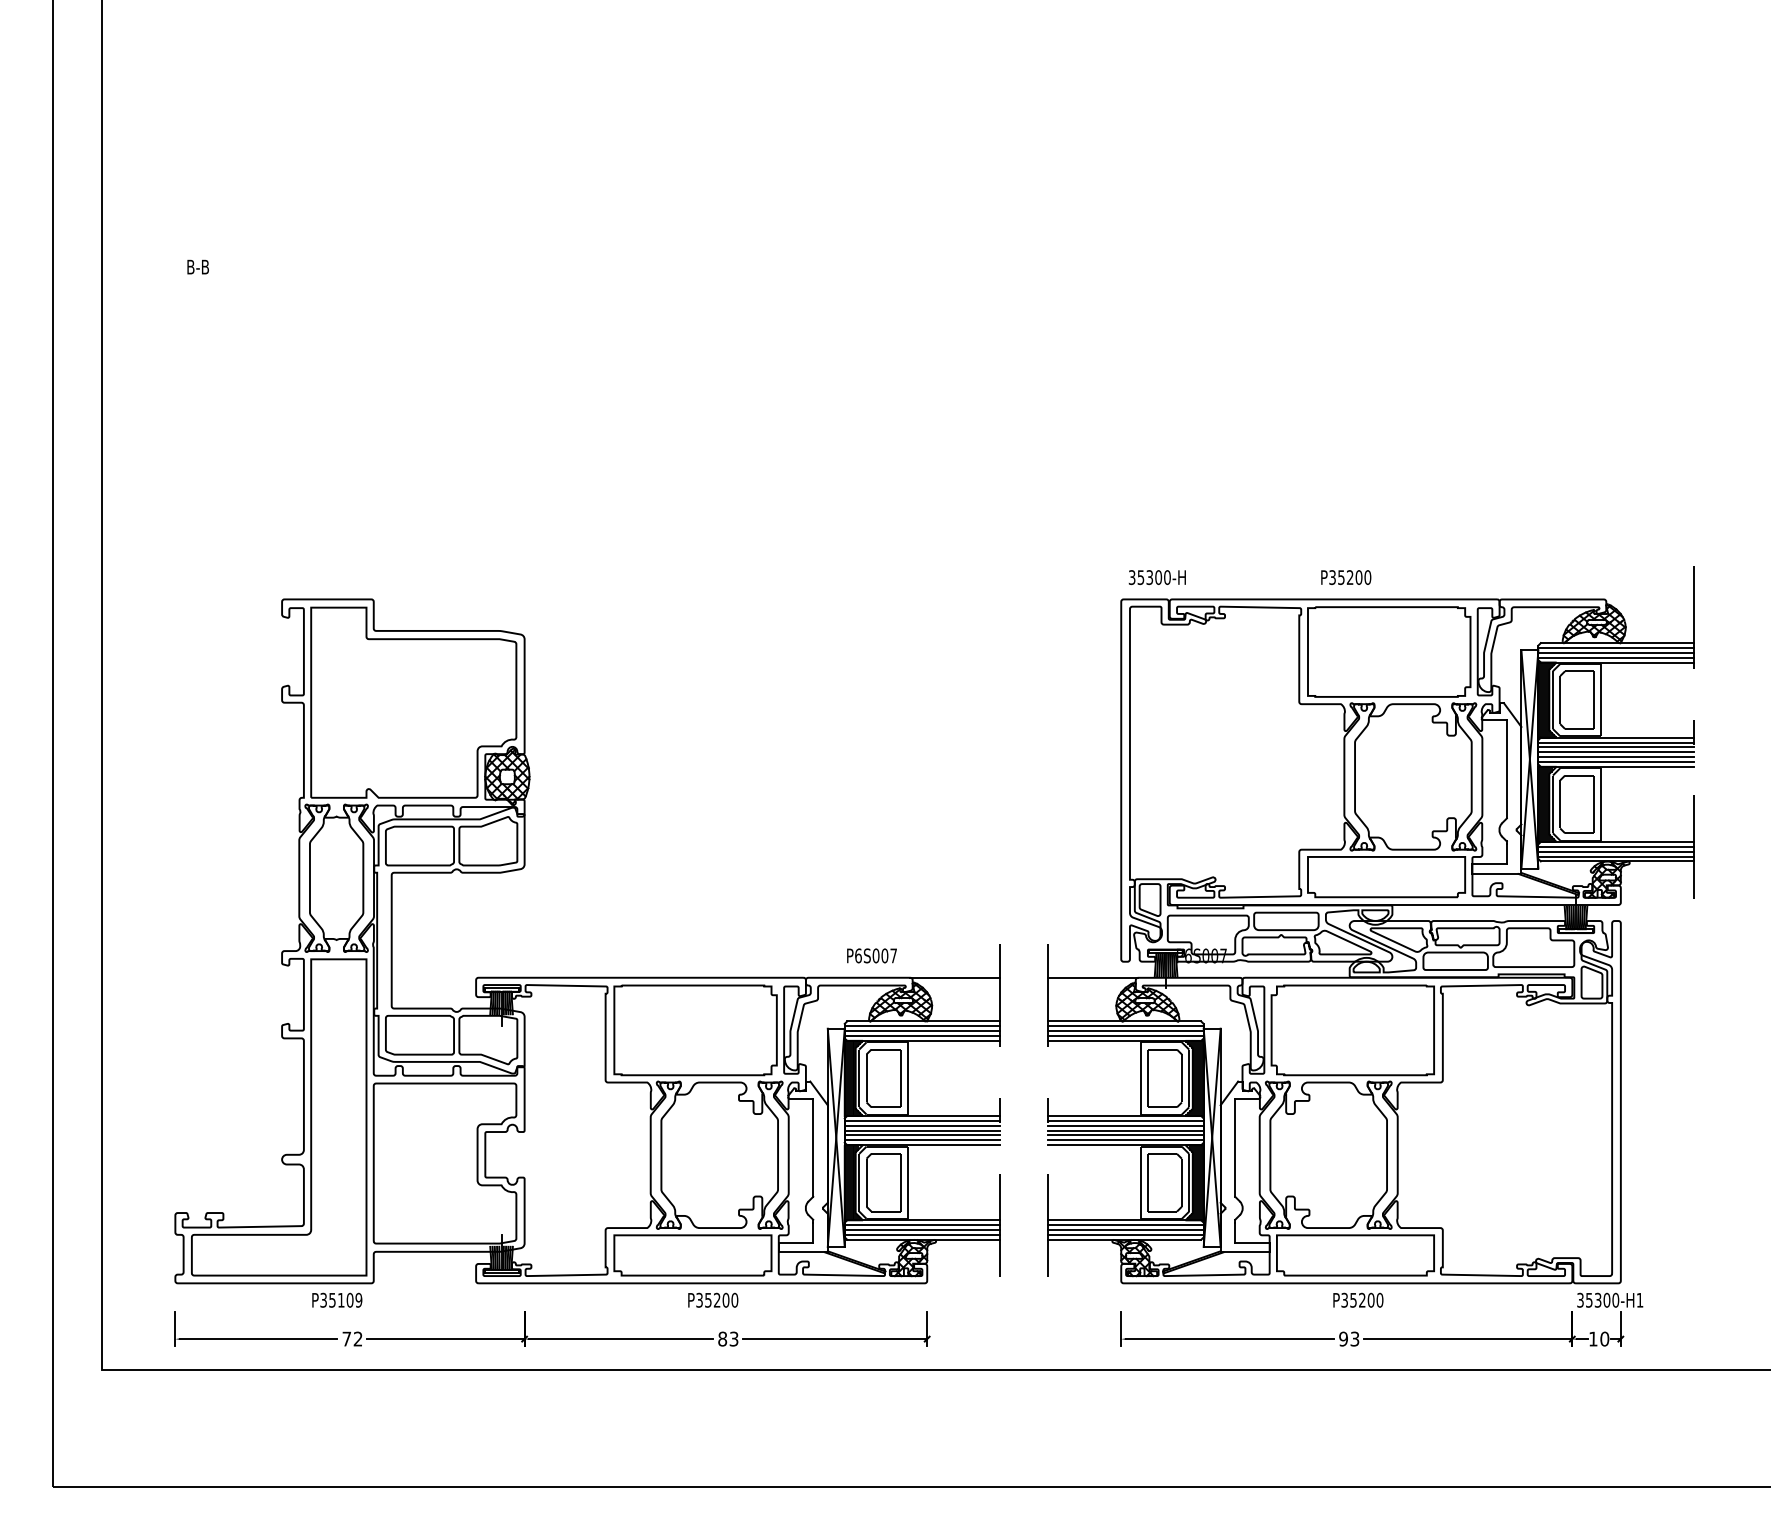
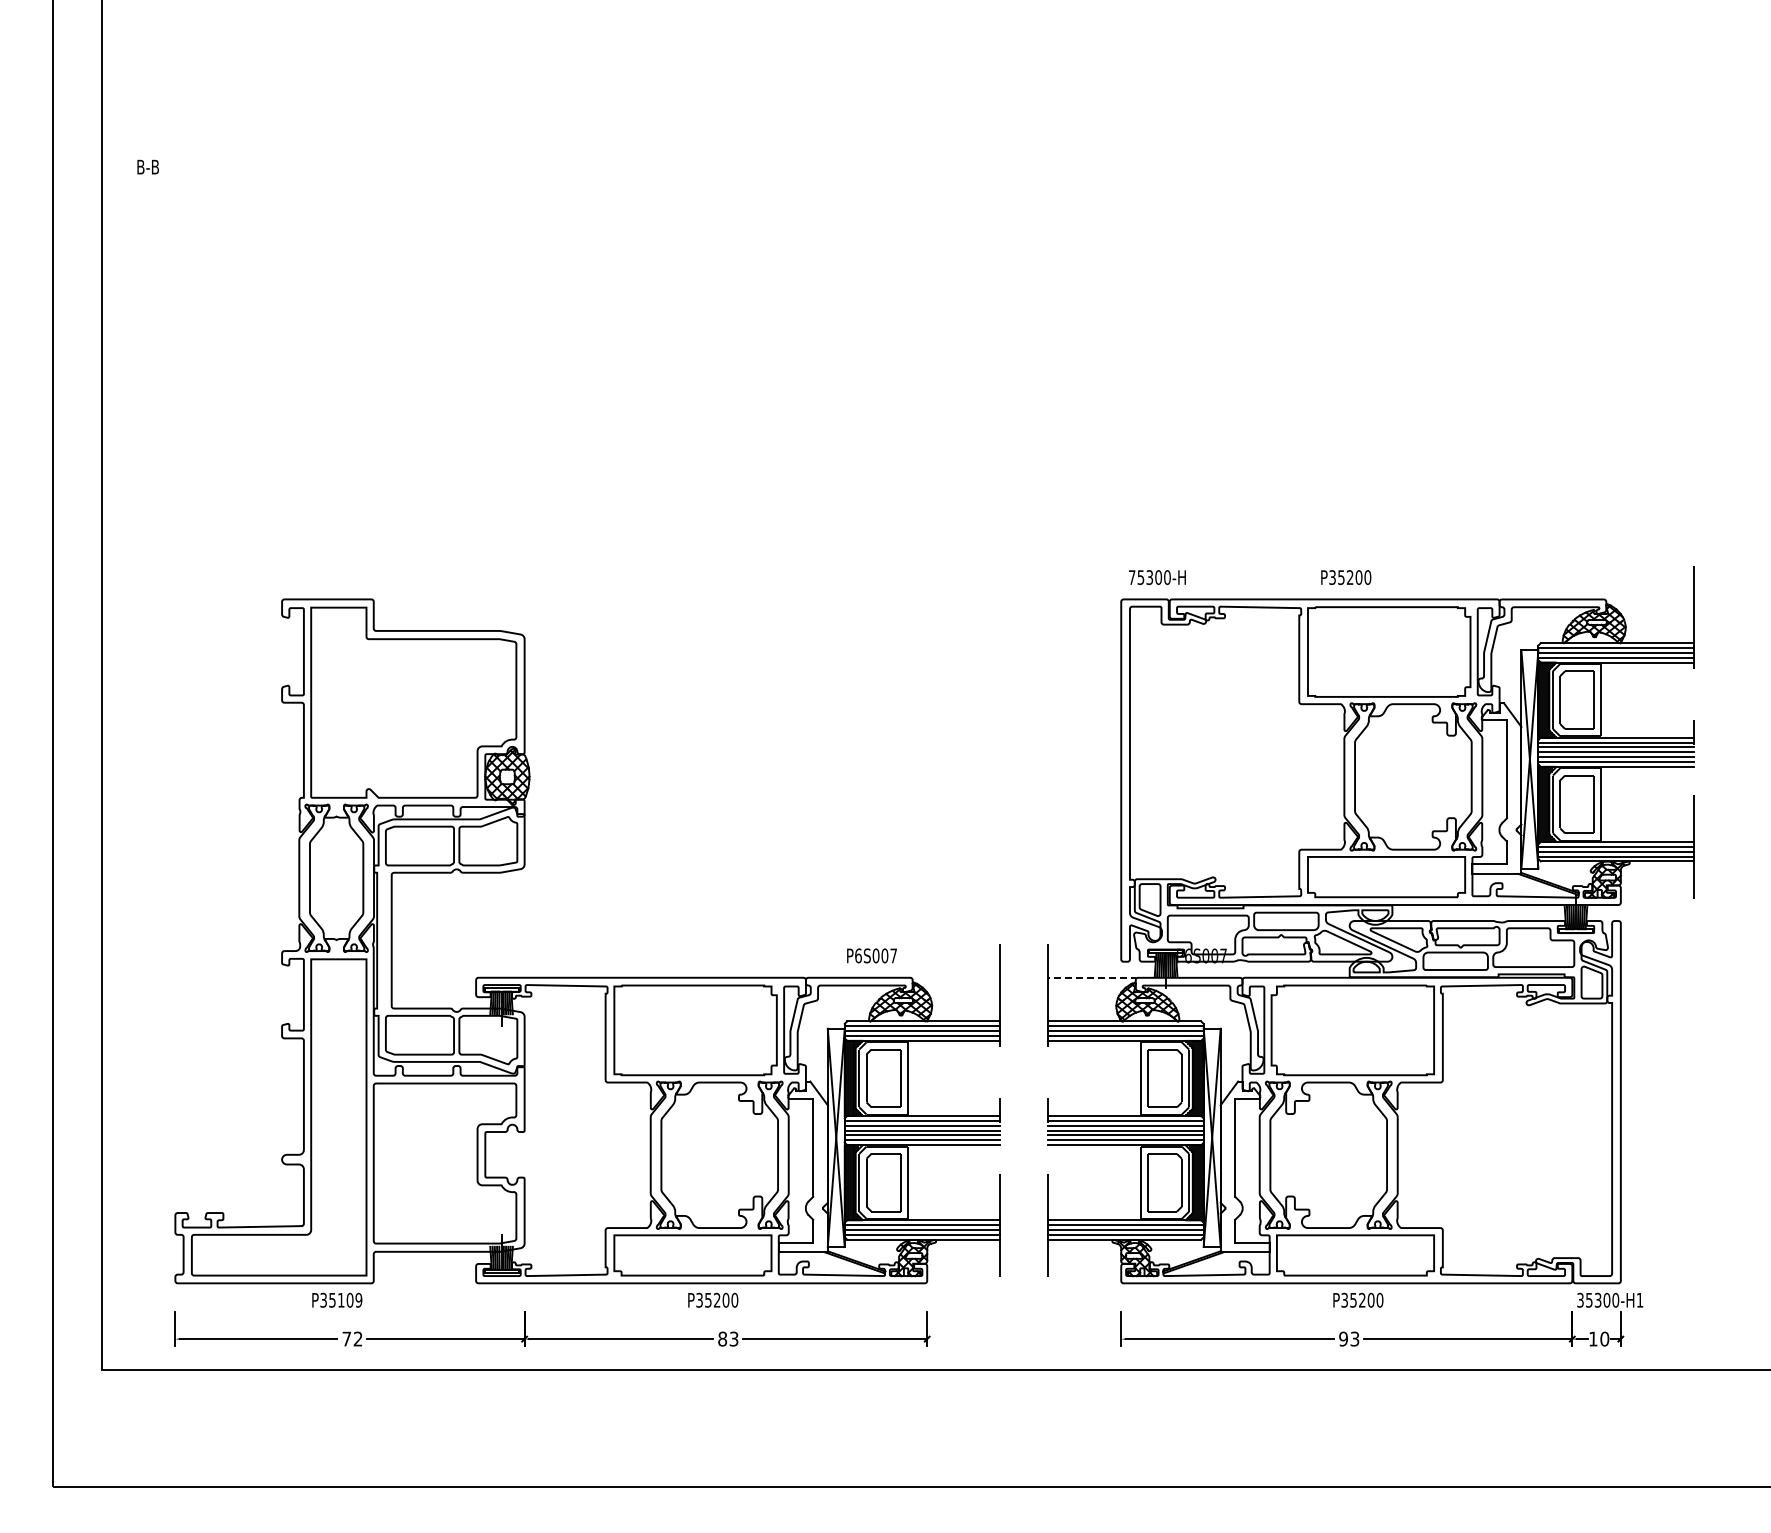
text at (197, 266) position: (197, 266) -> (147, 166)
text at (1131, 577): 35300-H -> 75300-H
line at (954, 977): present -> none
line at (1093, 977): solid -> dashed
